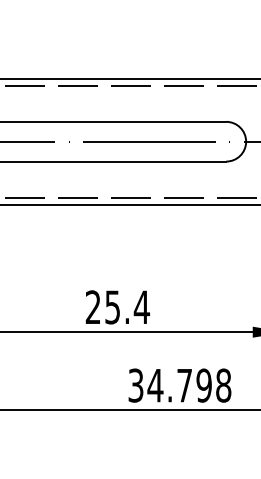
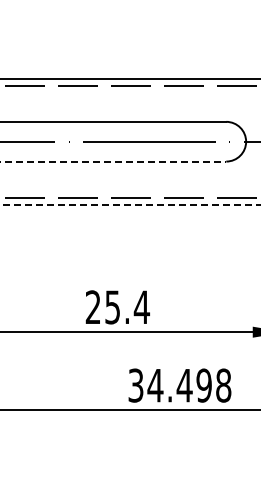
line at (113, 161): solid -> dashed
line at (131, 204): solid -> dashed
text at (184, 385): 34.798 -> 34.498
